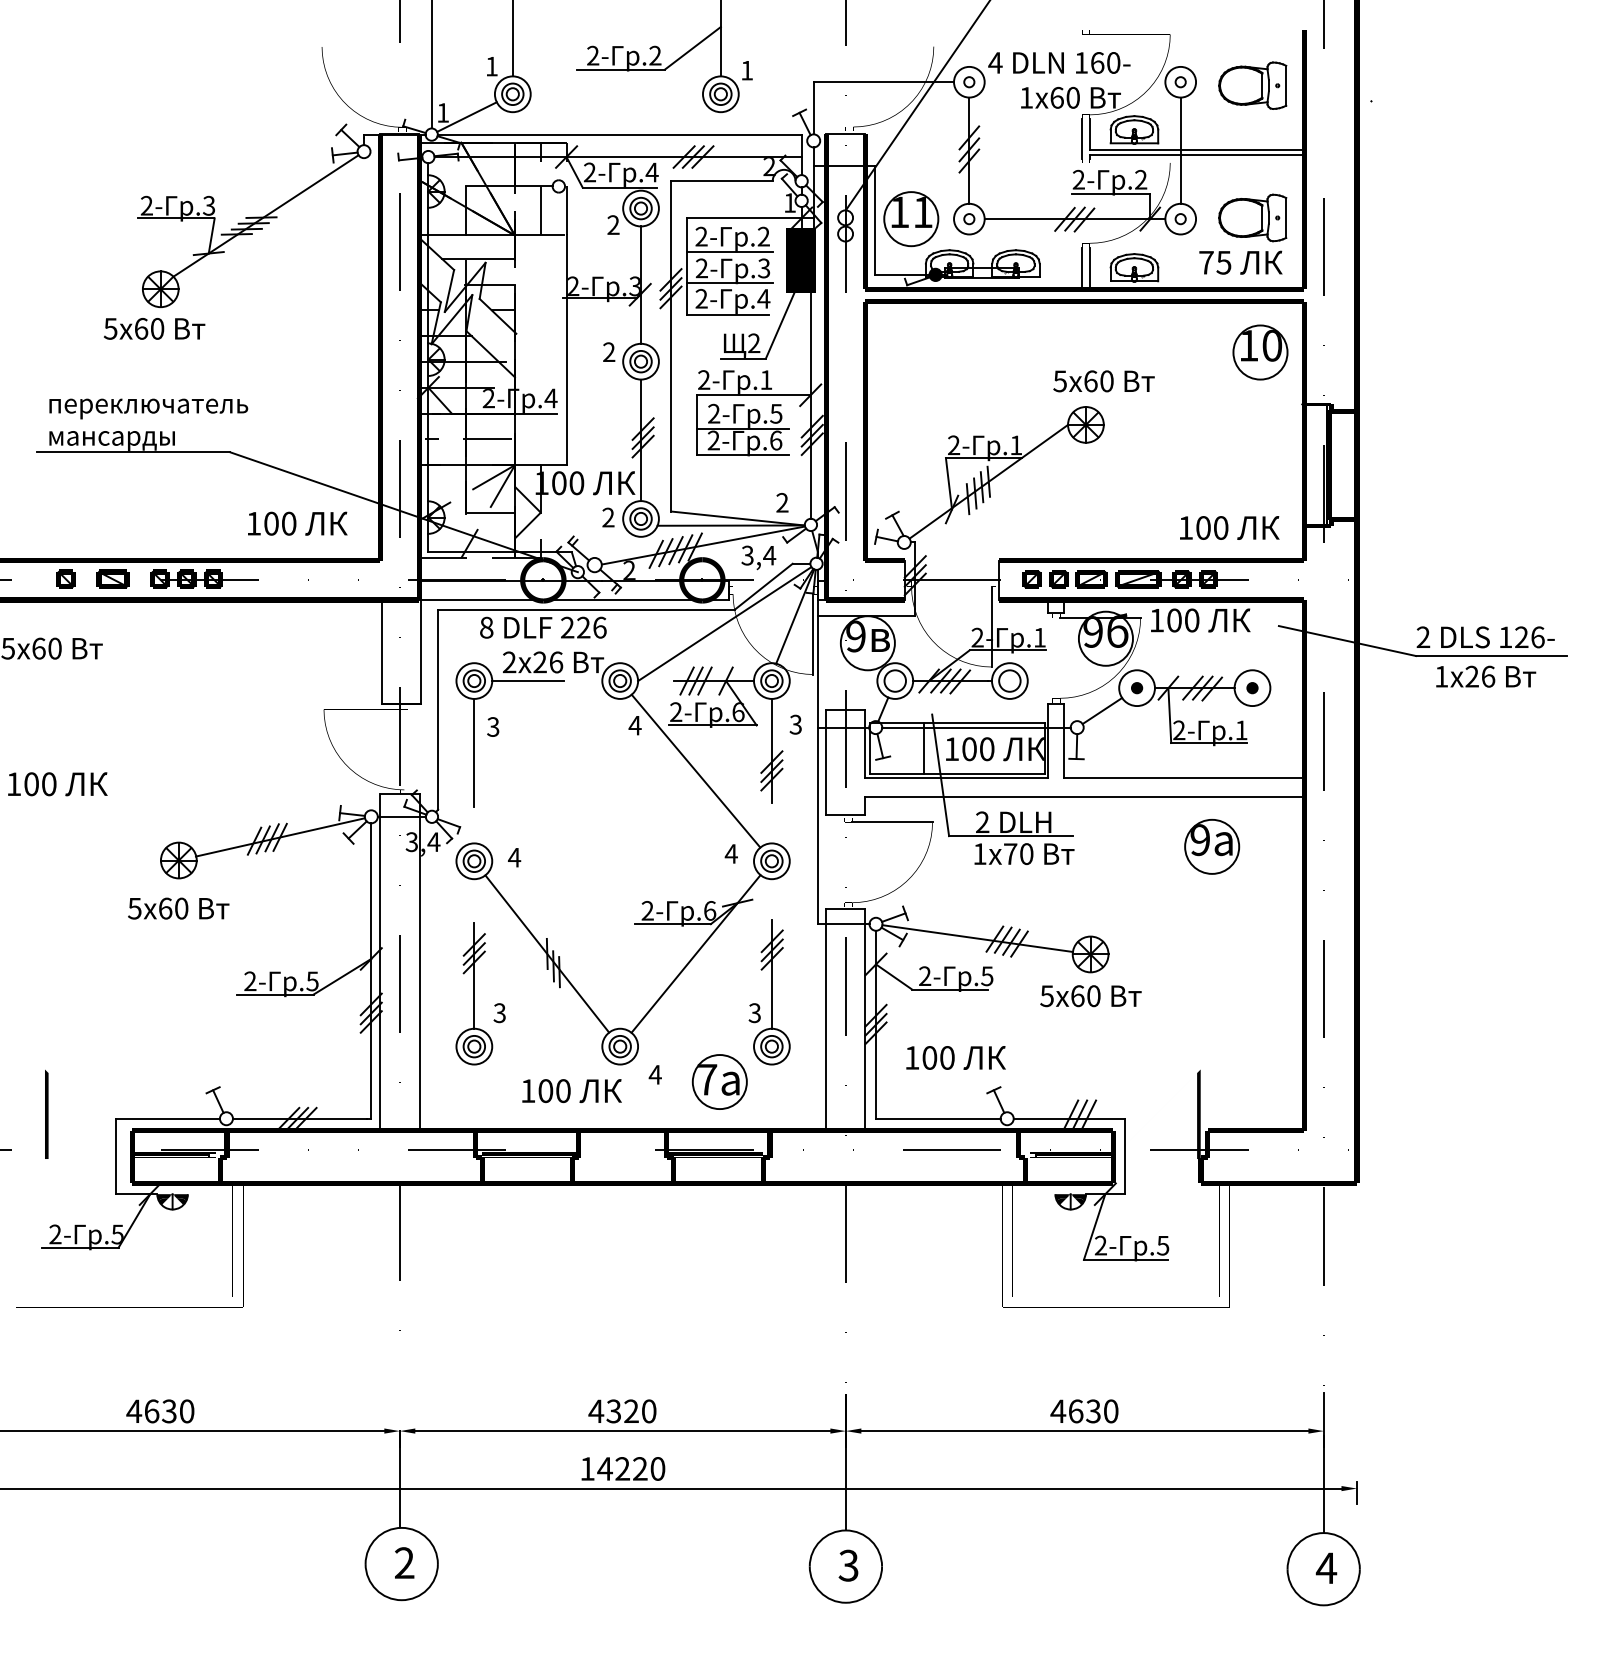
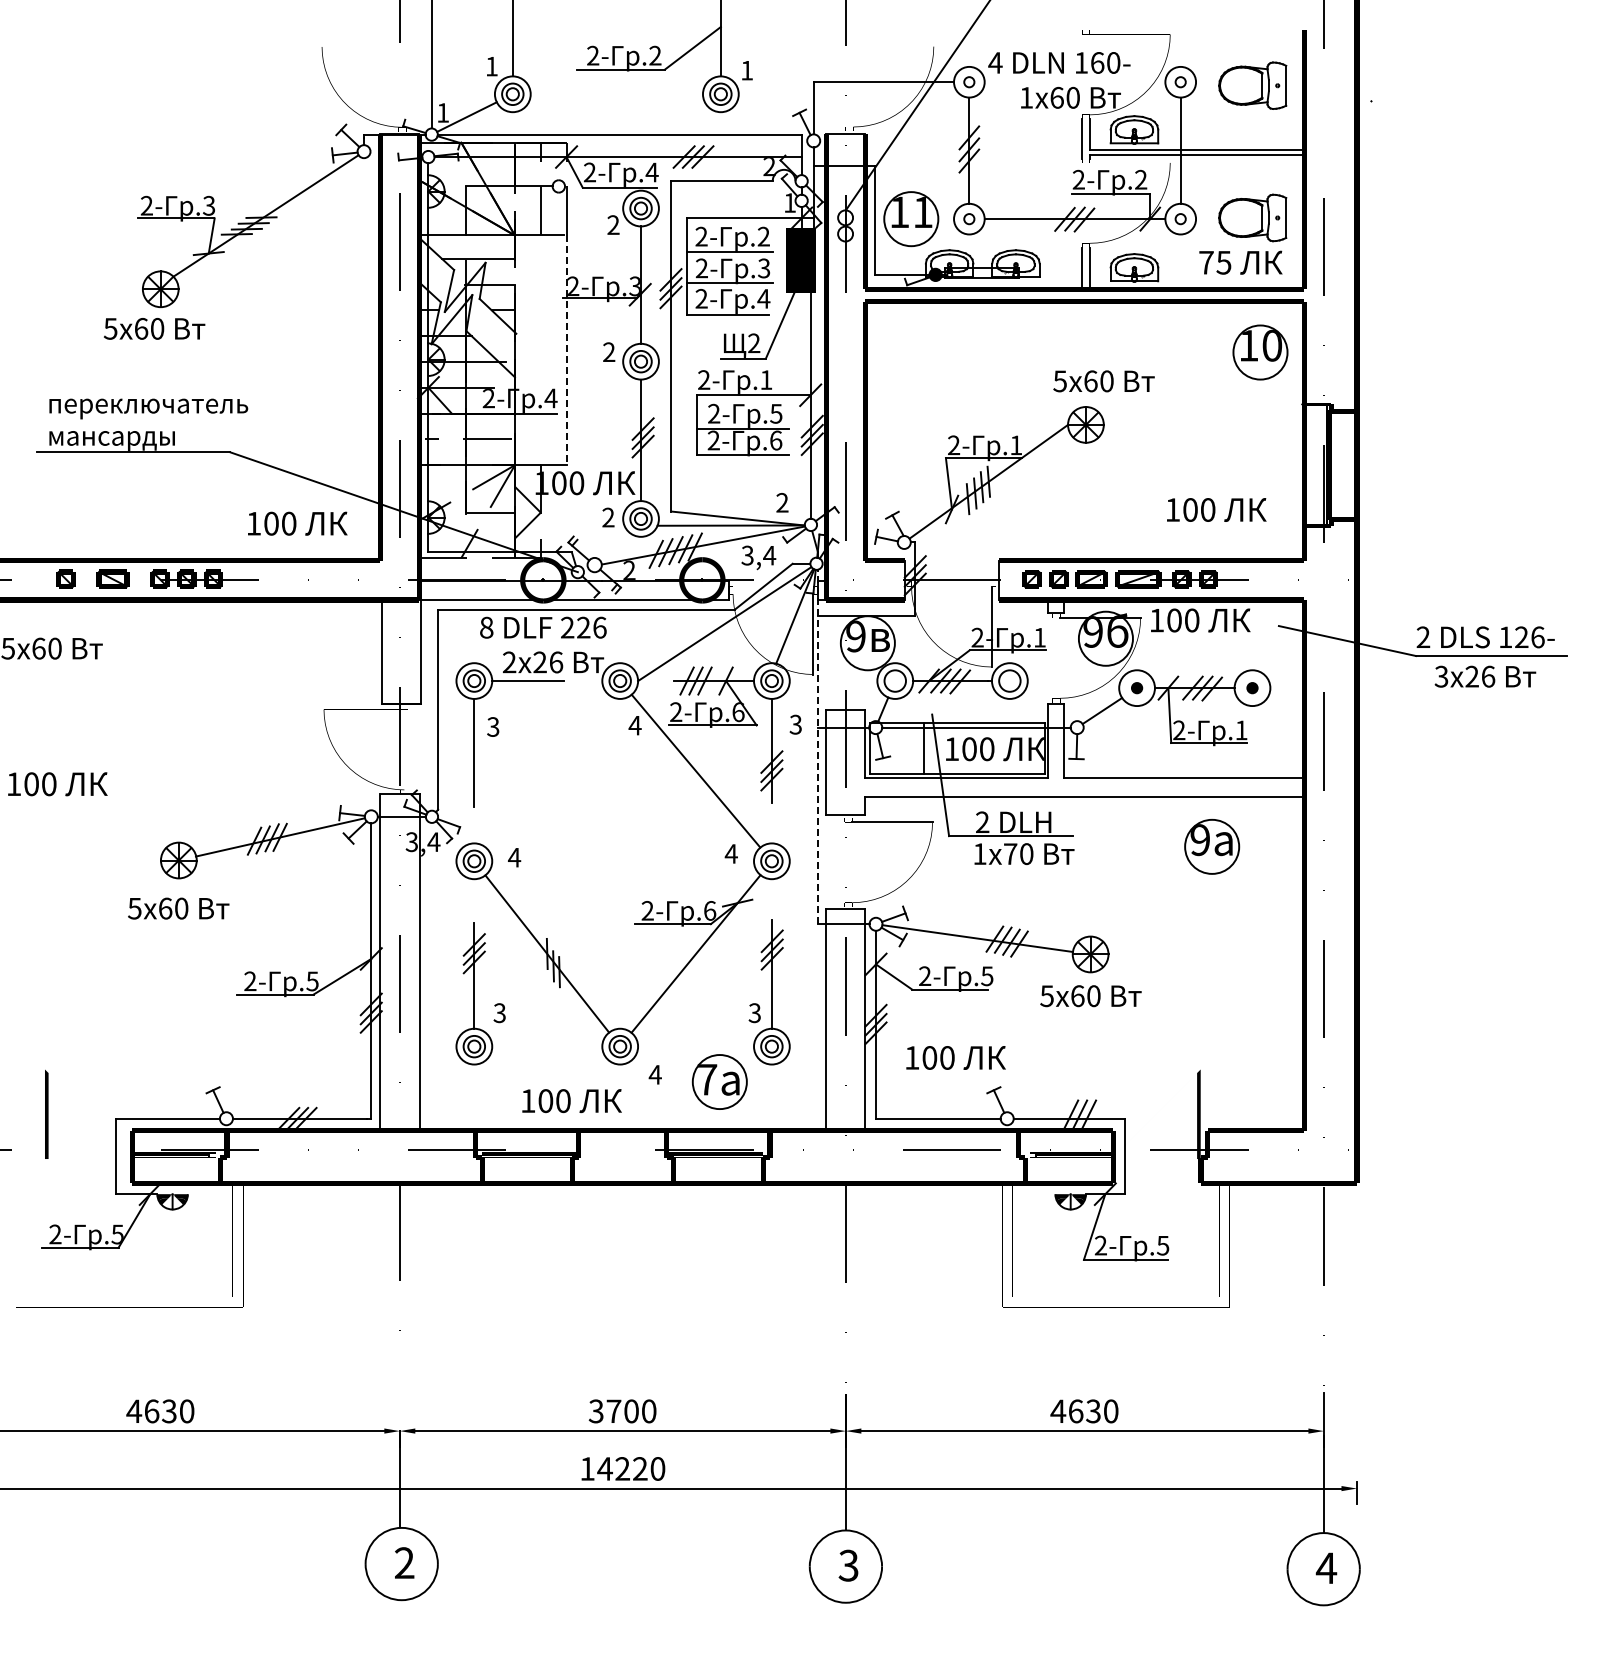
line at (566, 350): solid -> dashed
text at (1229, 527) position: (1229, 527) -> (1216, 509)
text at (1441, 676): 1 -> 3
line at (817, 746): solid -> dashed
text at (571, 1091) position: (571, 1091) -> (571, 1101)
text at (613, 1411): 4320 -> 3700
